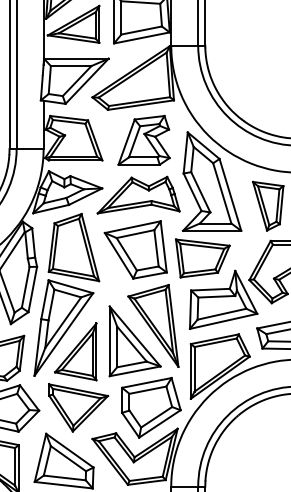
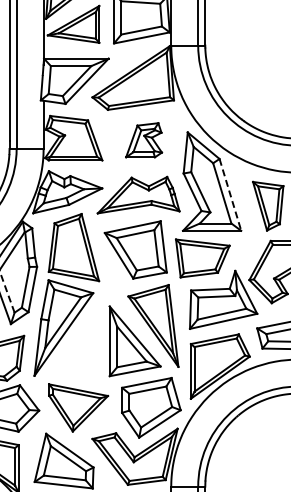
part at (143, 139) size: 54x52 px -> 39x37 px
line at (230, 194): solid -> dashed
line at (7, 292): solid -> dashed
part at (75, 351): present -> none
